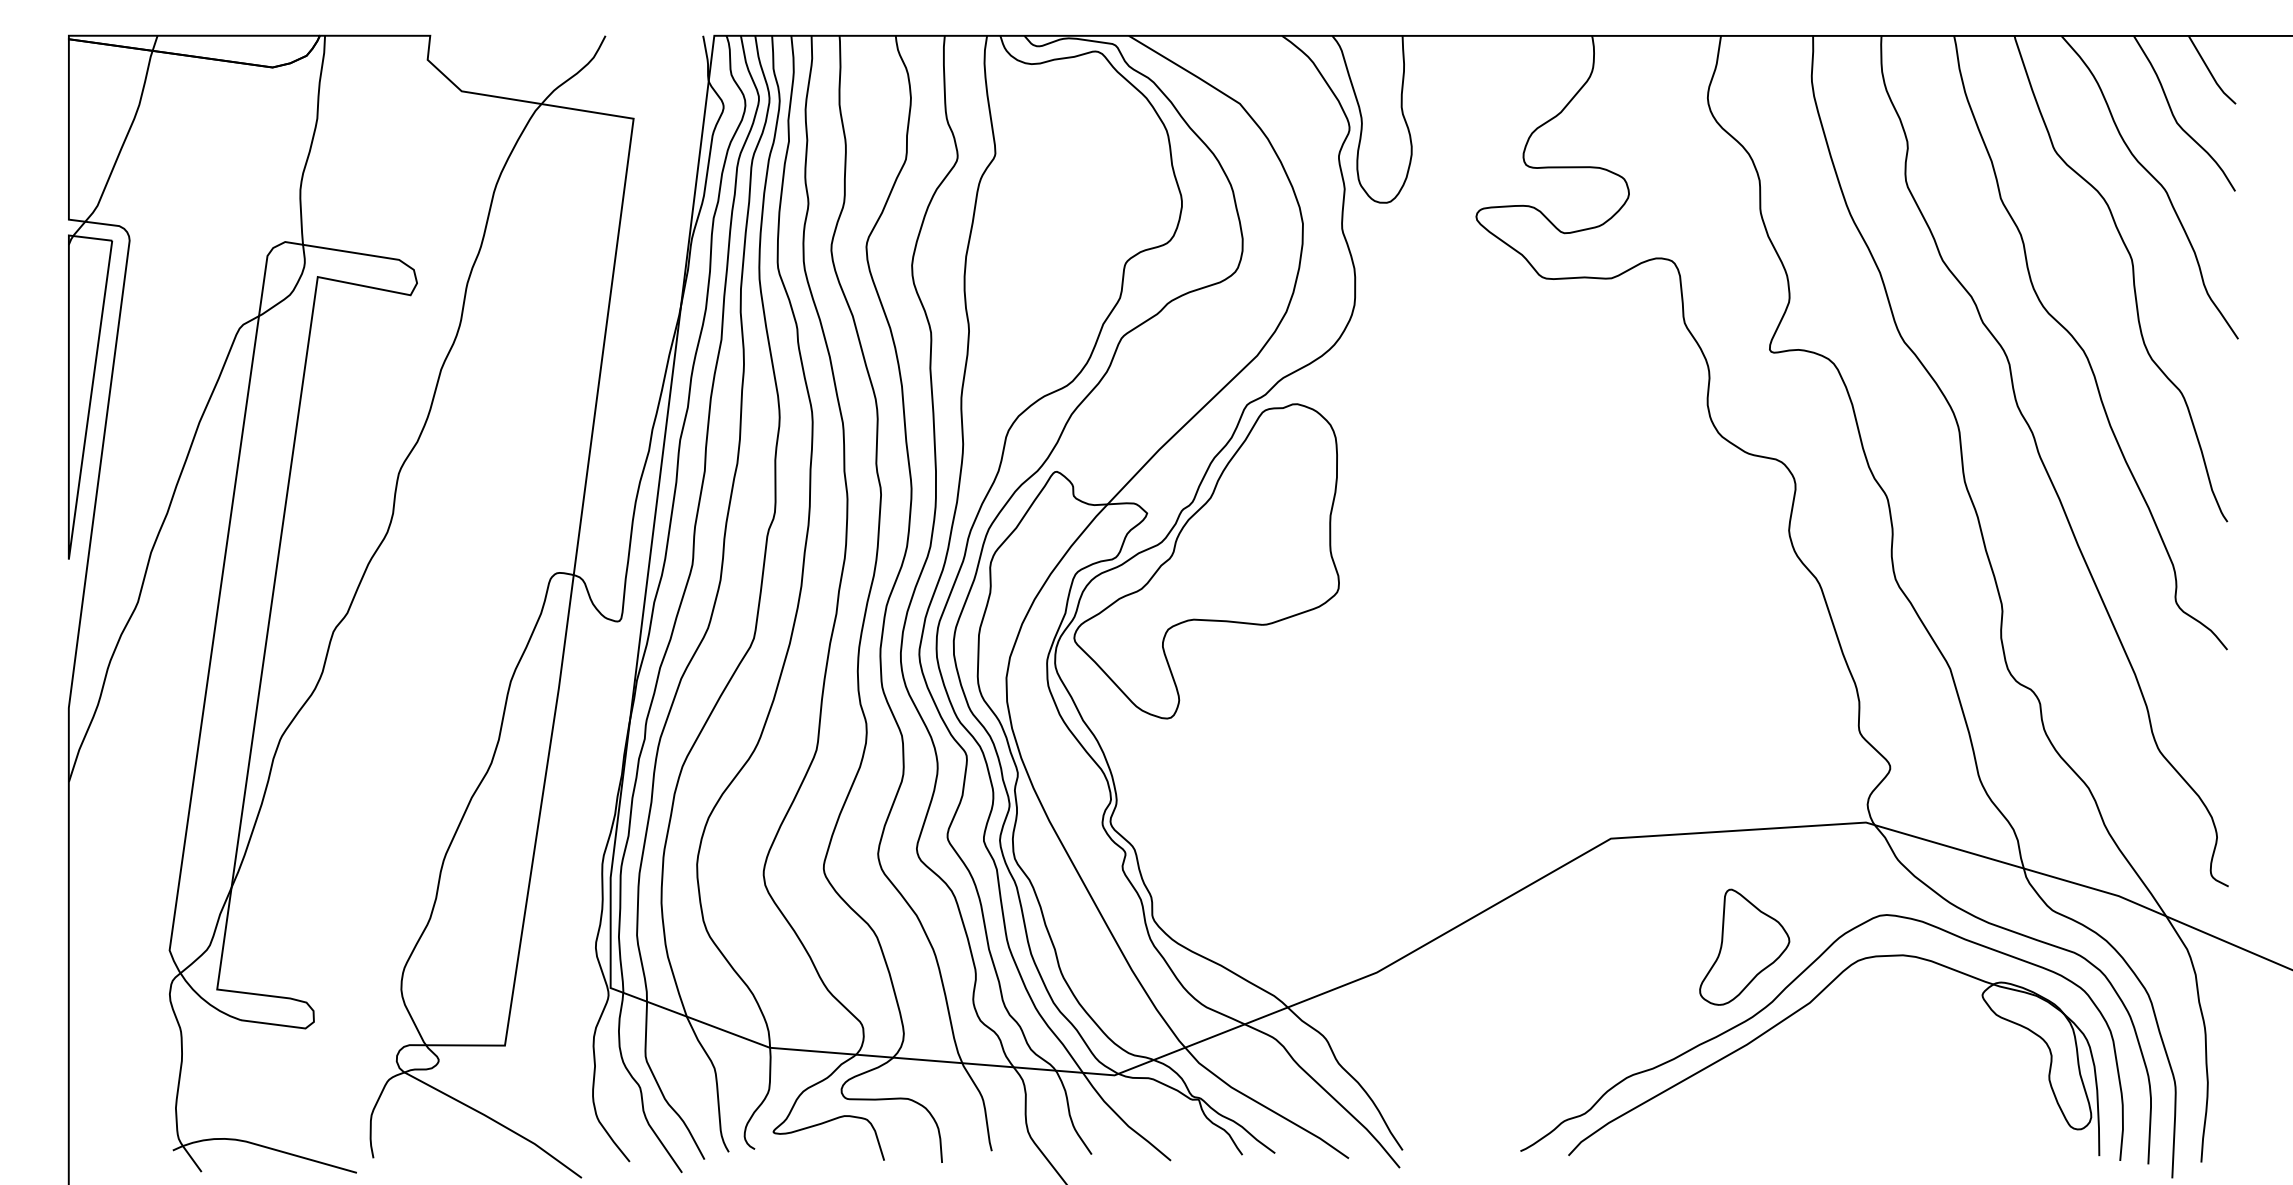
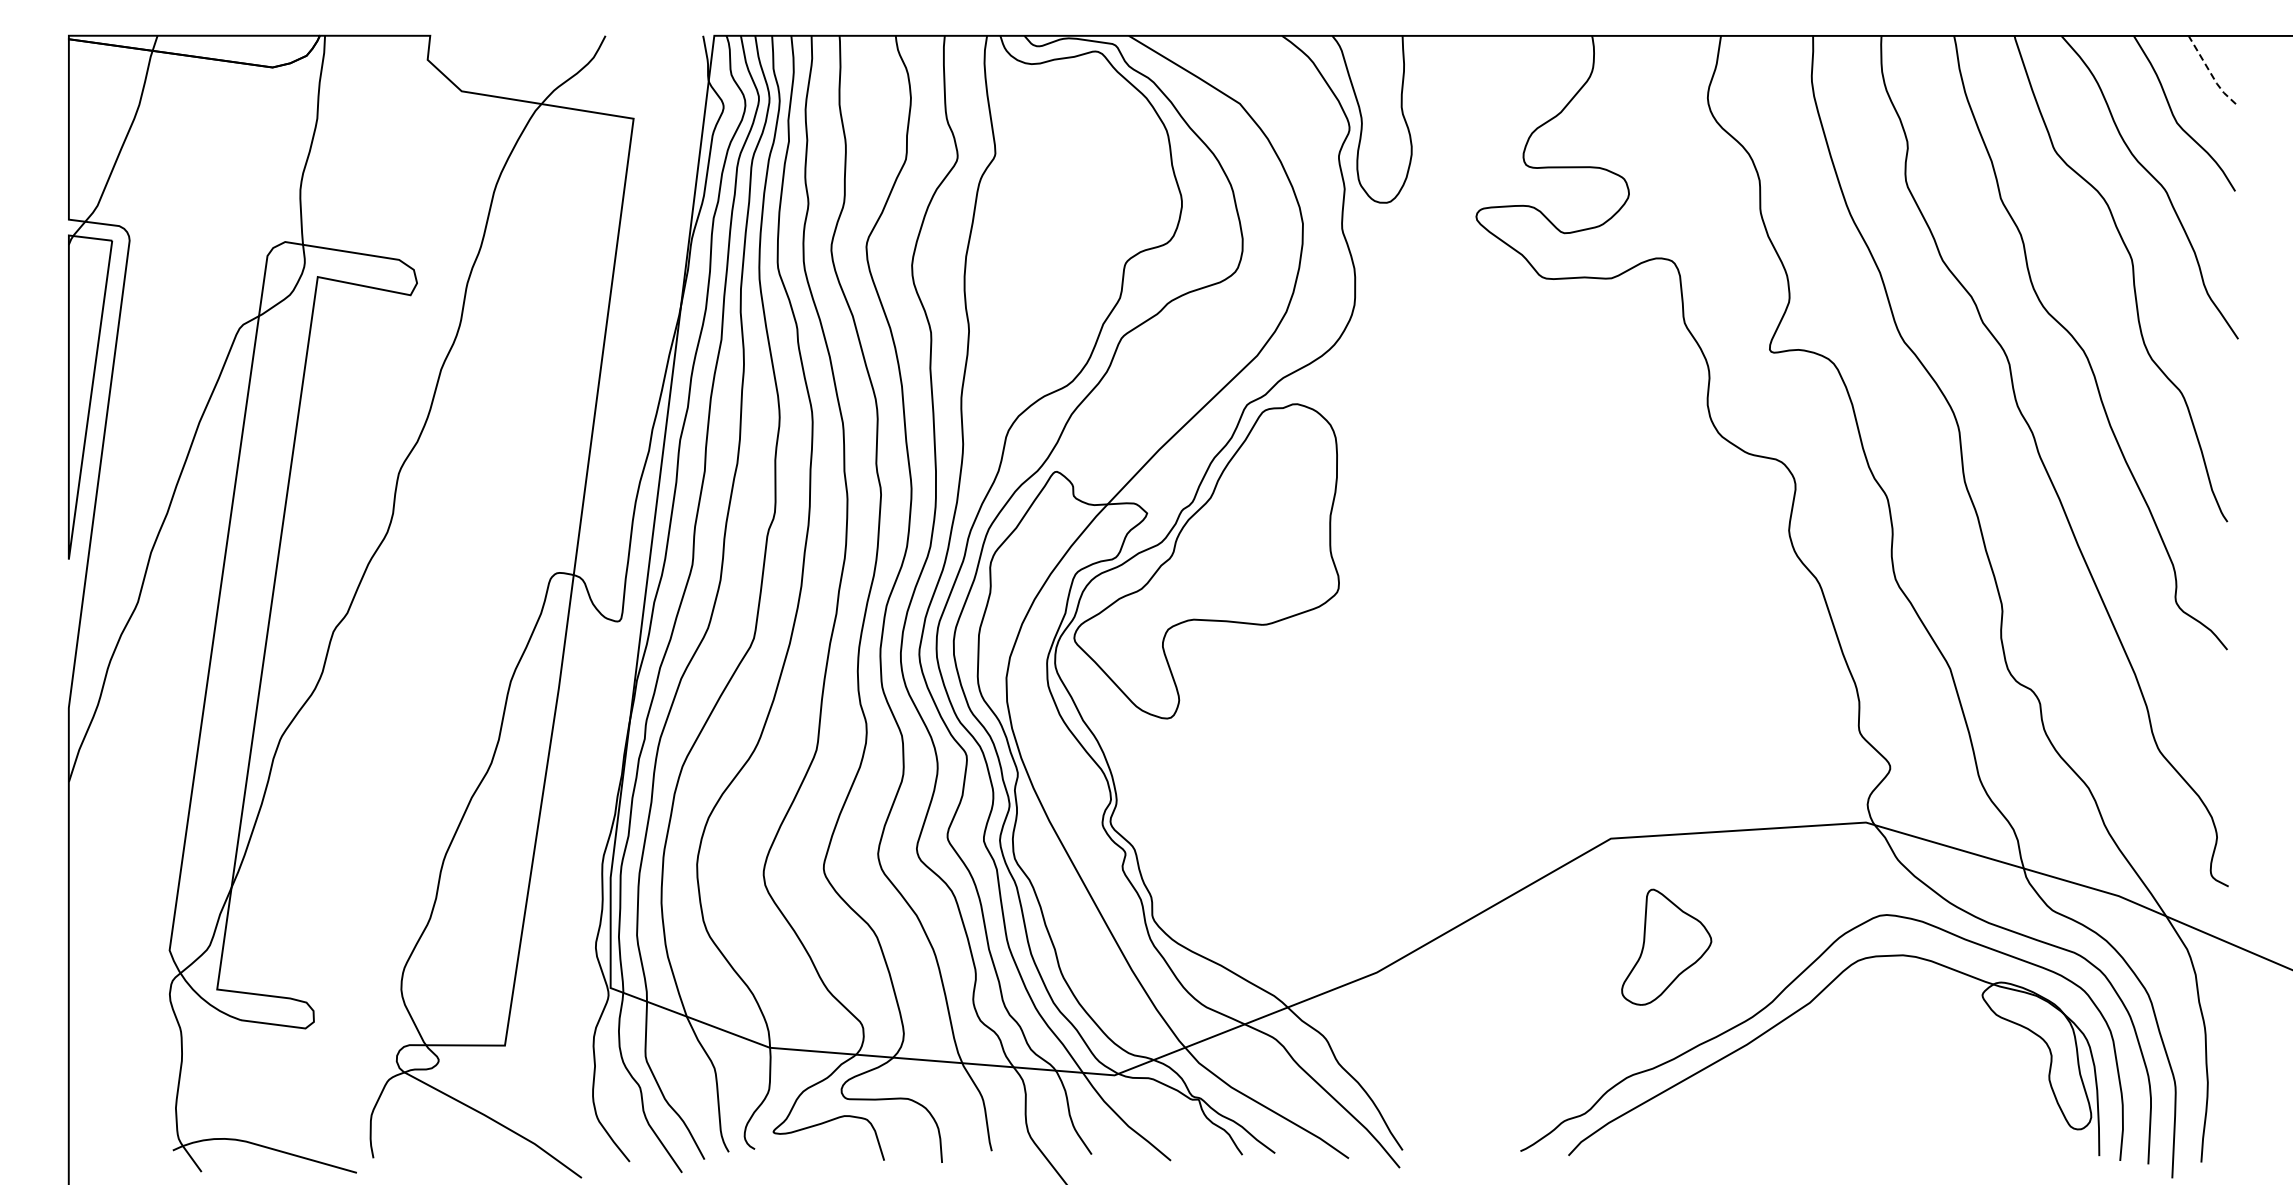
line at (2210, 72): solid -> dashed
part at (1744, 946) position: (1744, 946) -> (1666, 946)
